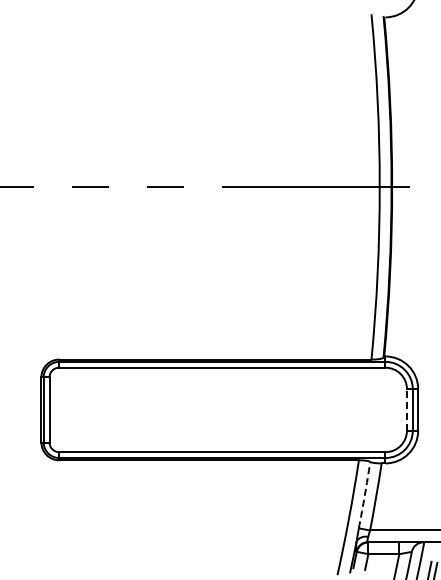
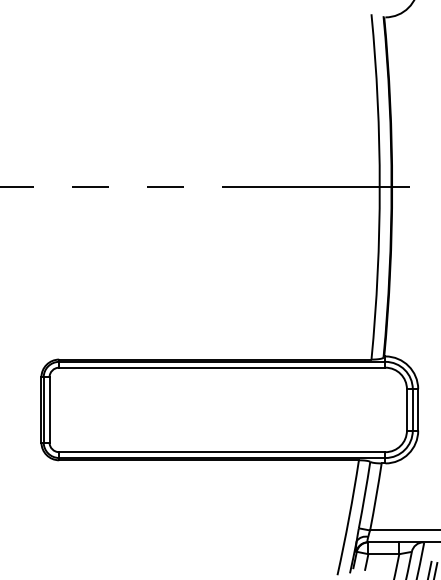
line at (406, 409): dashed -> solid
arc at (364, 495): dashed -> solid
